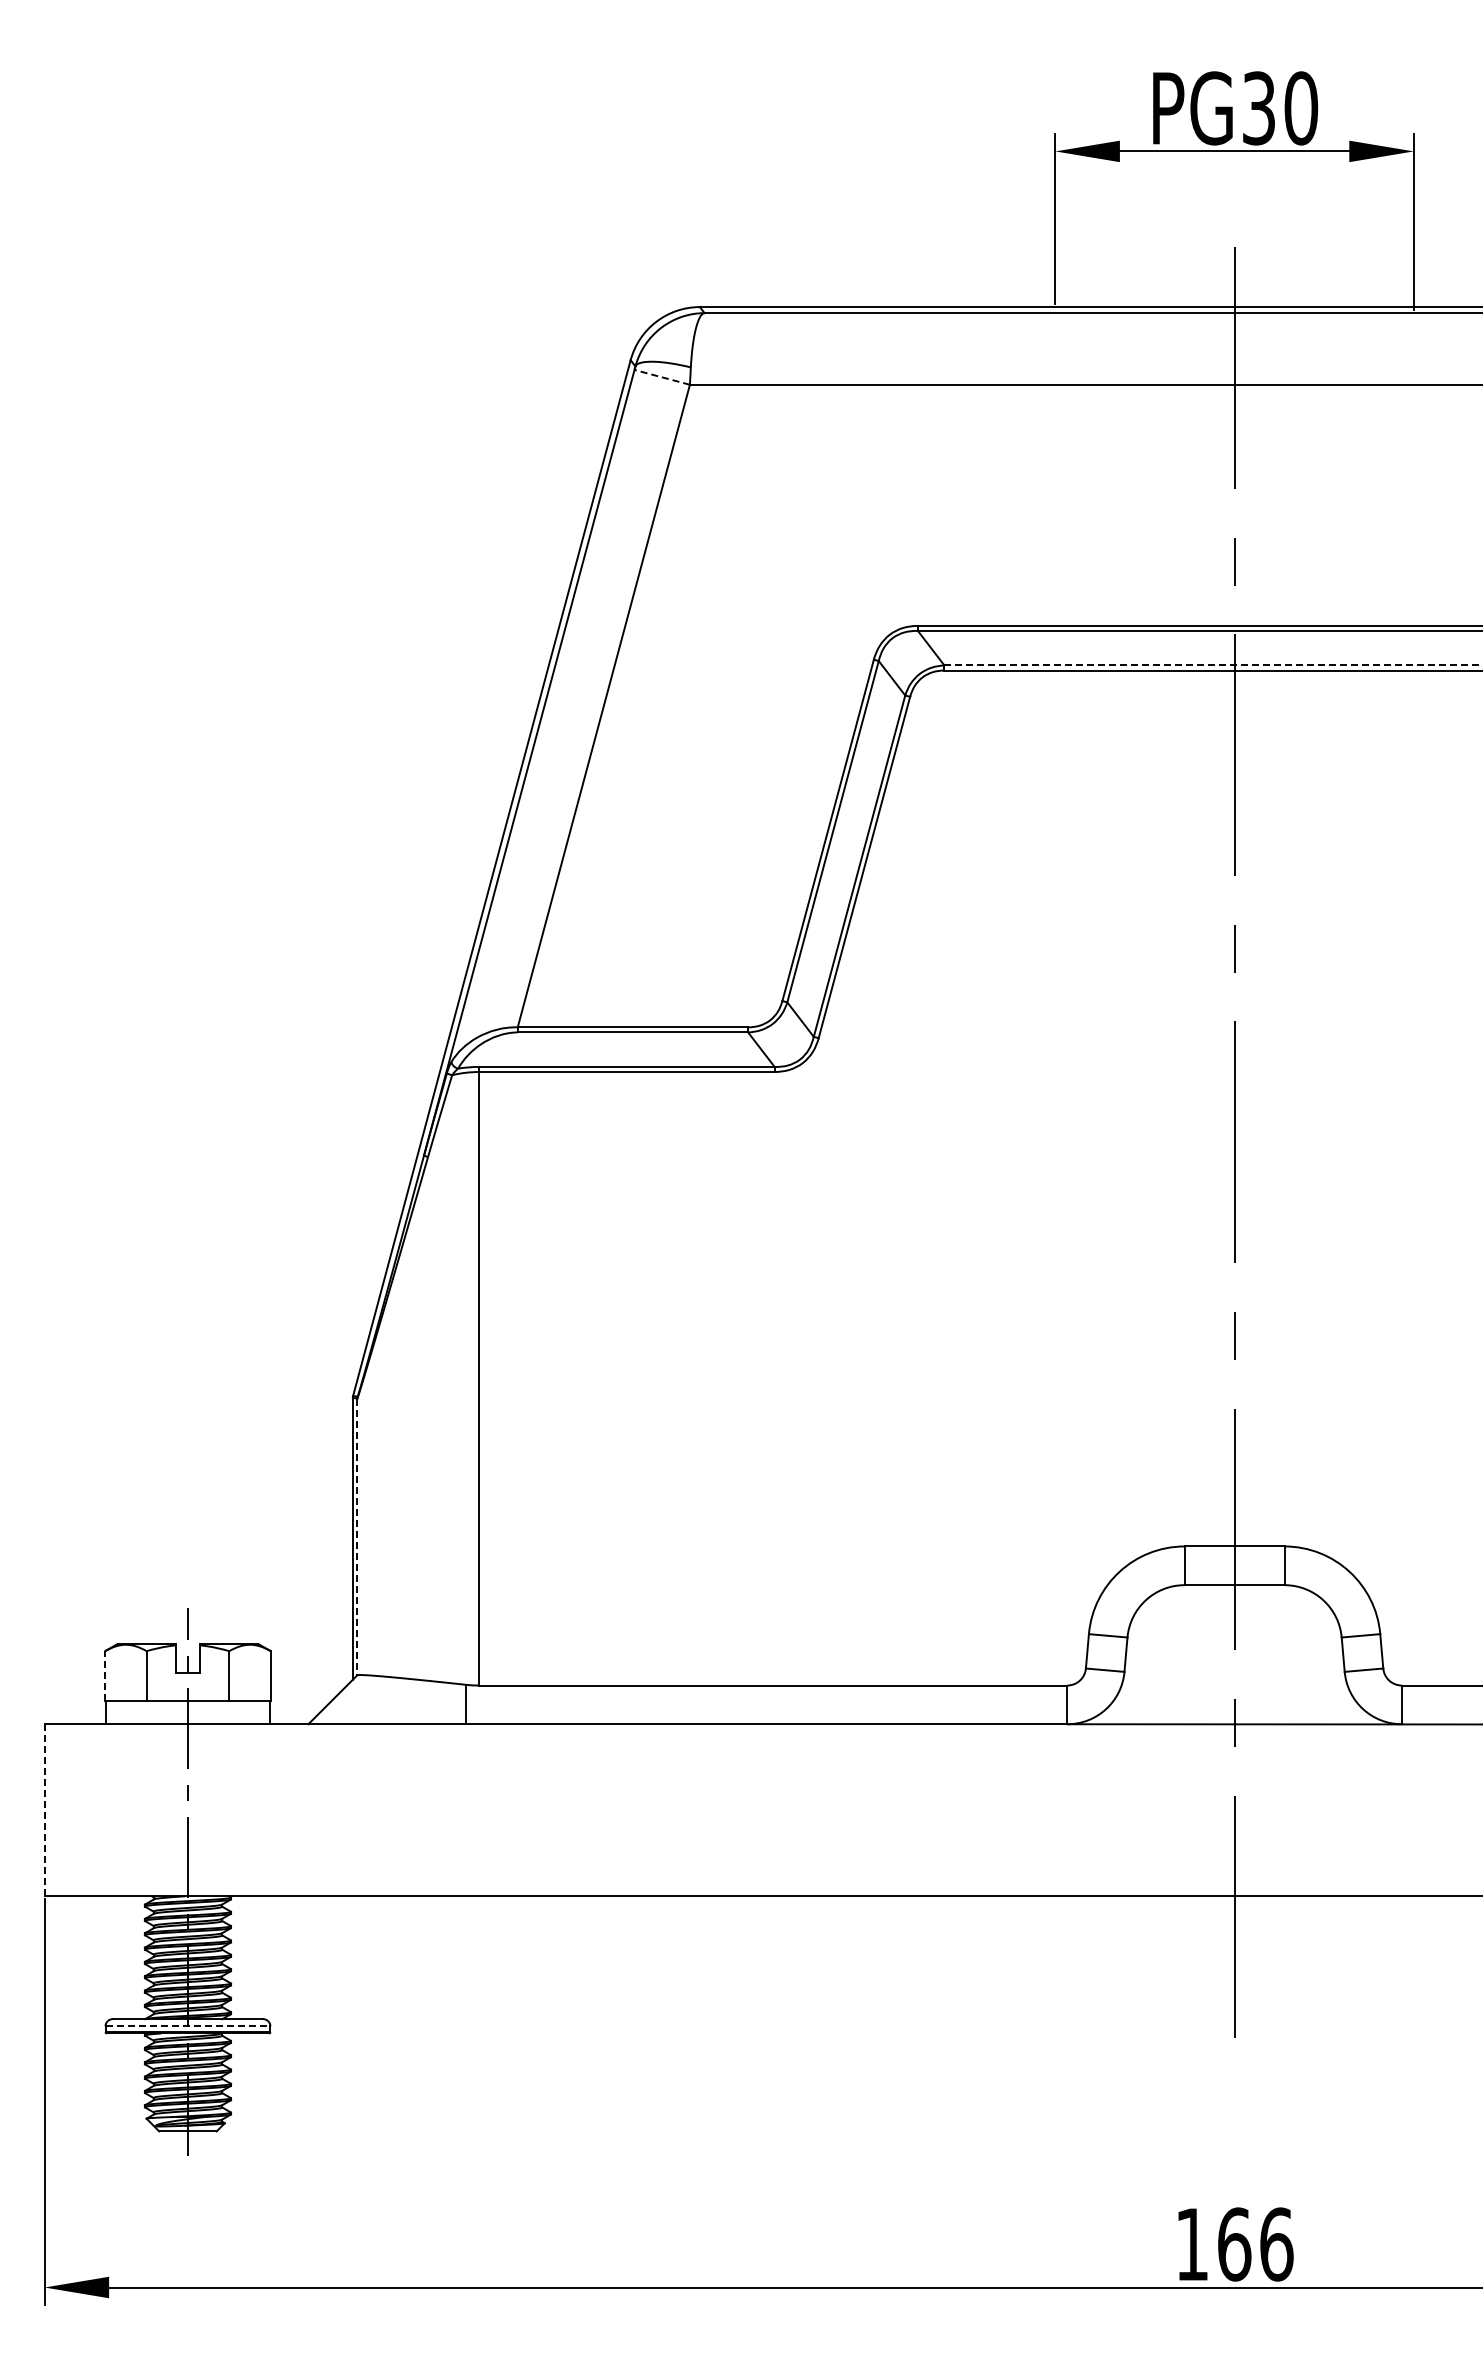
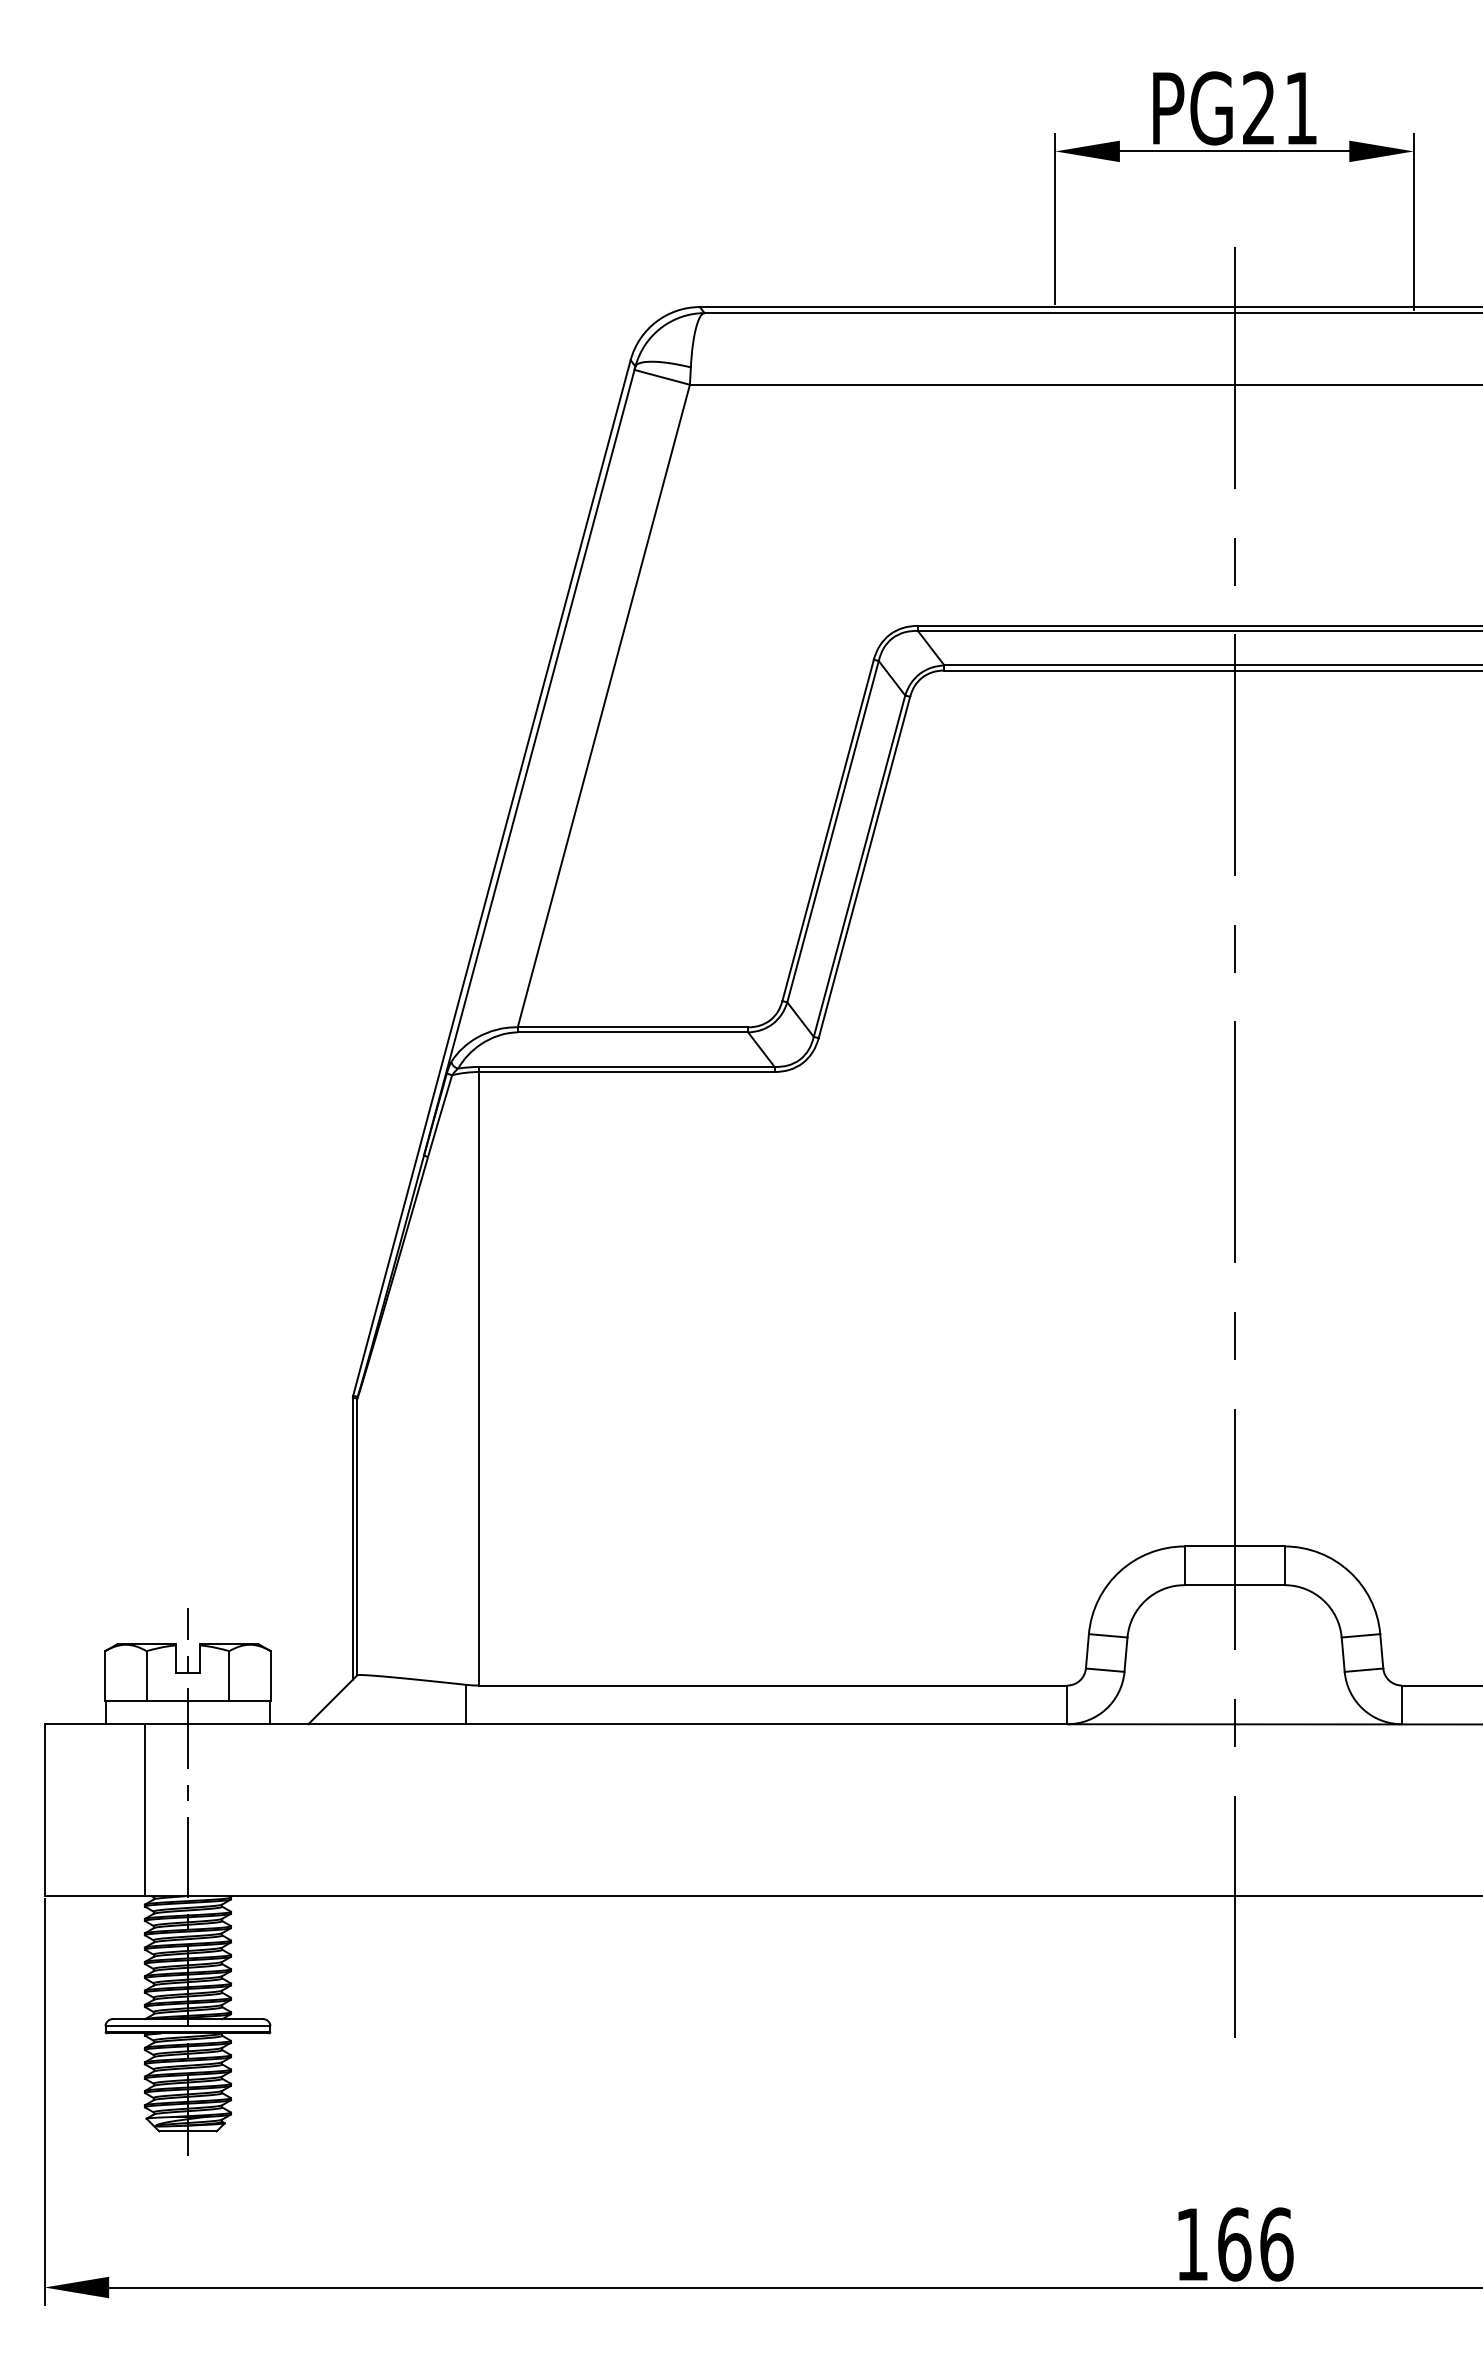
text at (1280, 108): PG30 -> PG21
line at (662, 377): dashed -> solid
line at (1214, 665): dashed -> solid
line at (357, 1537): dashed -> solid
line at (105, 1675): dashed -> solid
line at (44, 1810): dashed -> solid
line at (144, 1810): none -> present
line at (188, 2026): dashed -> solid
